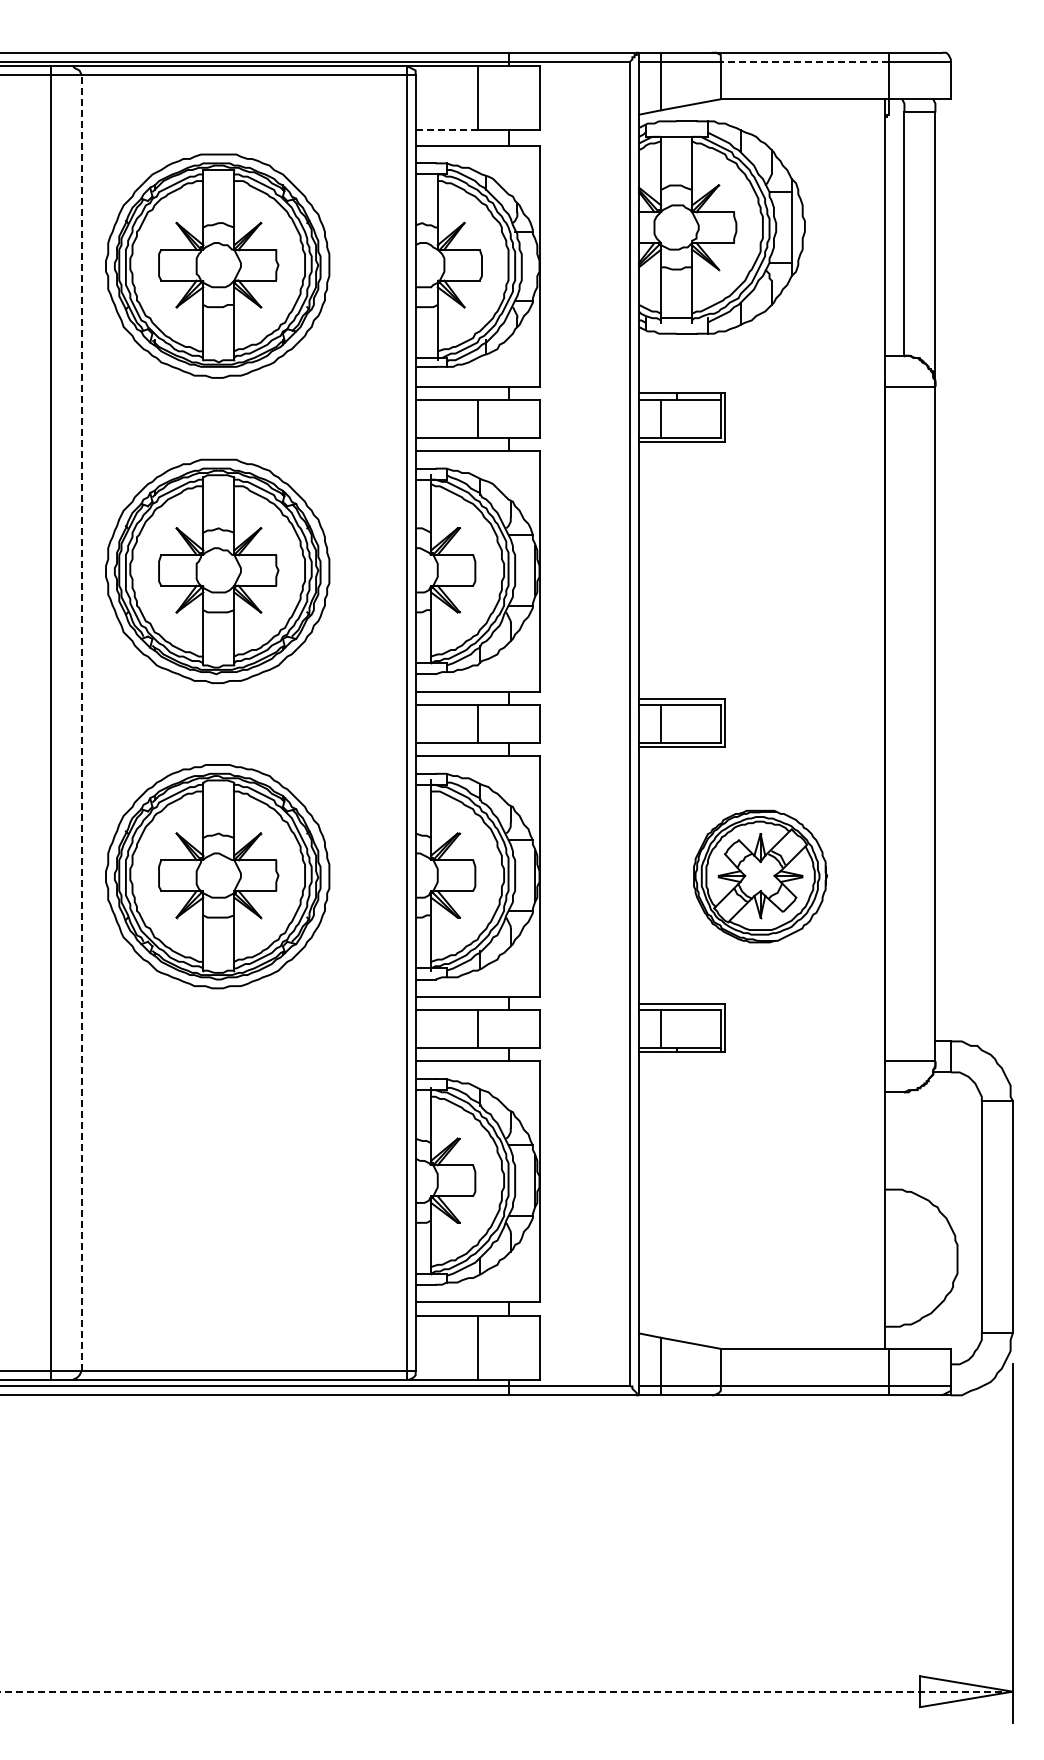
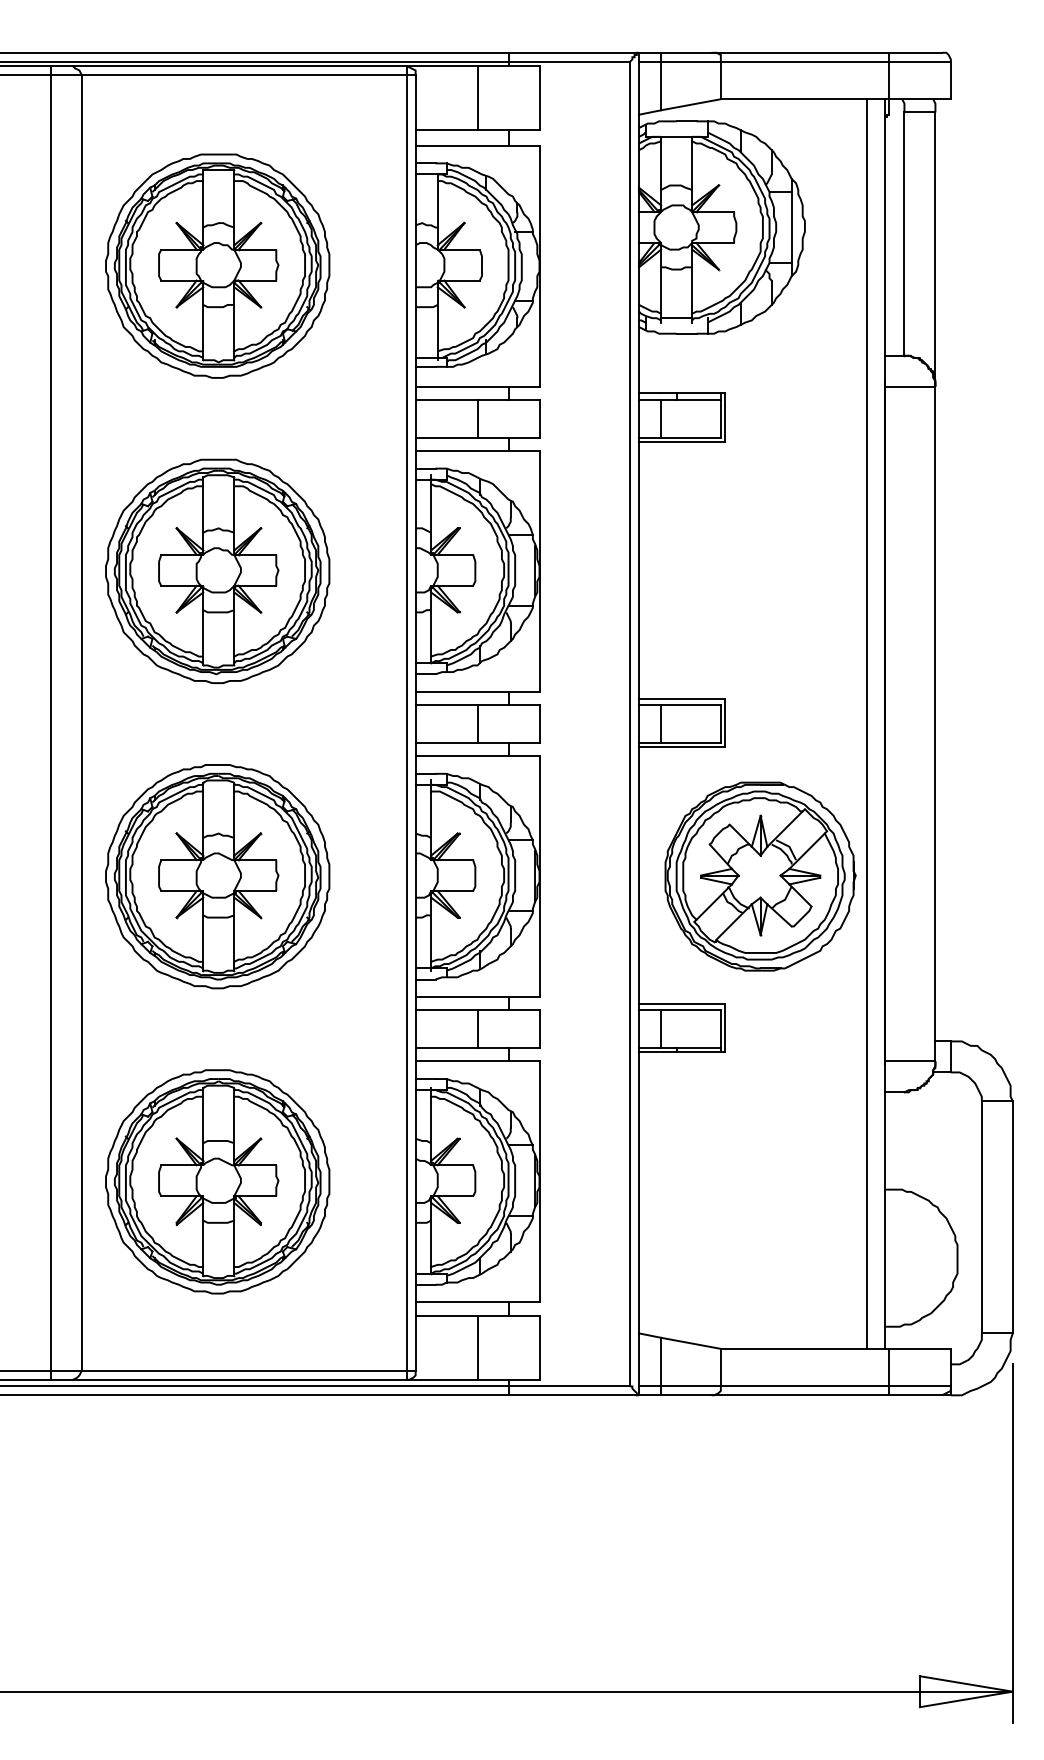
line at (804, 61): dashed -> solid
line at (446, 130): dashed -> solid
line at (81, 722): dashed -> solid
line at (866, 723): none -> present
part at (760, 876) size: 135x135 px -> 193x191 px
part at (217, 1181): none -> present
line at (506, 1691): dashed -> solid
